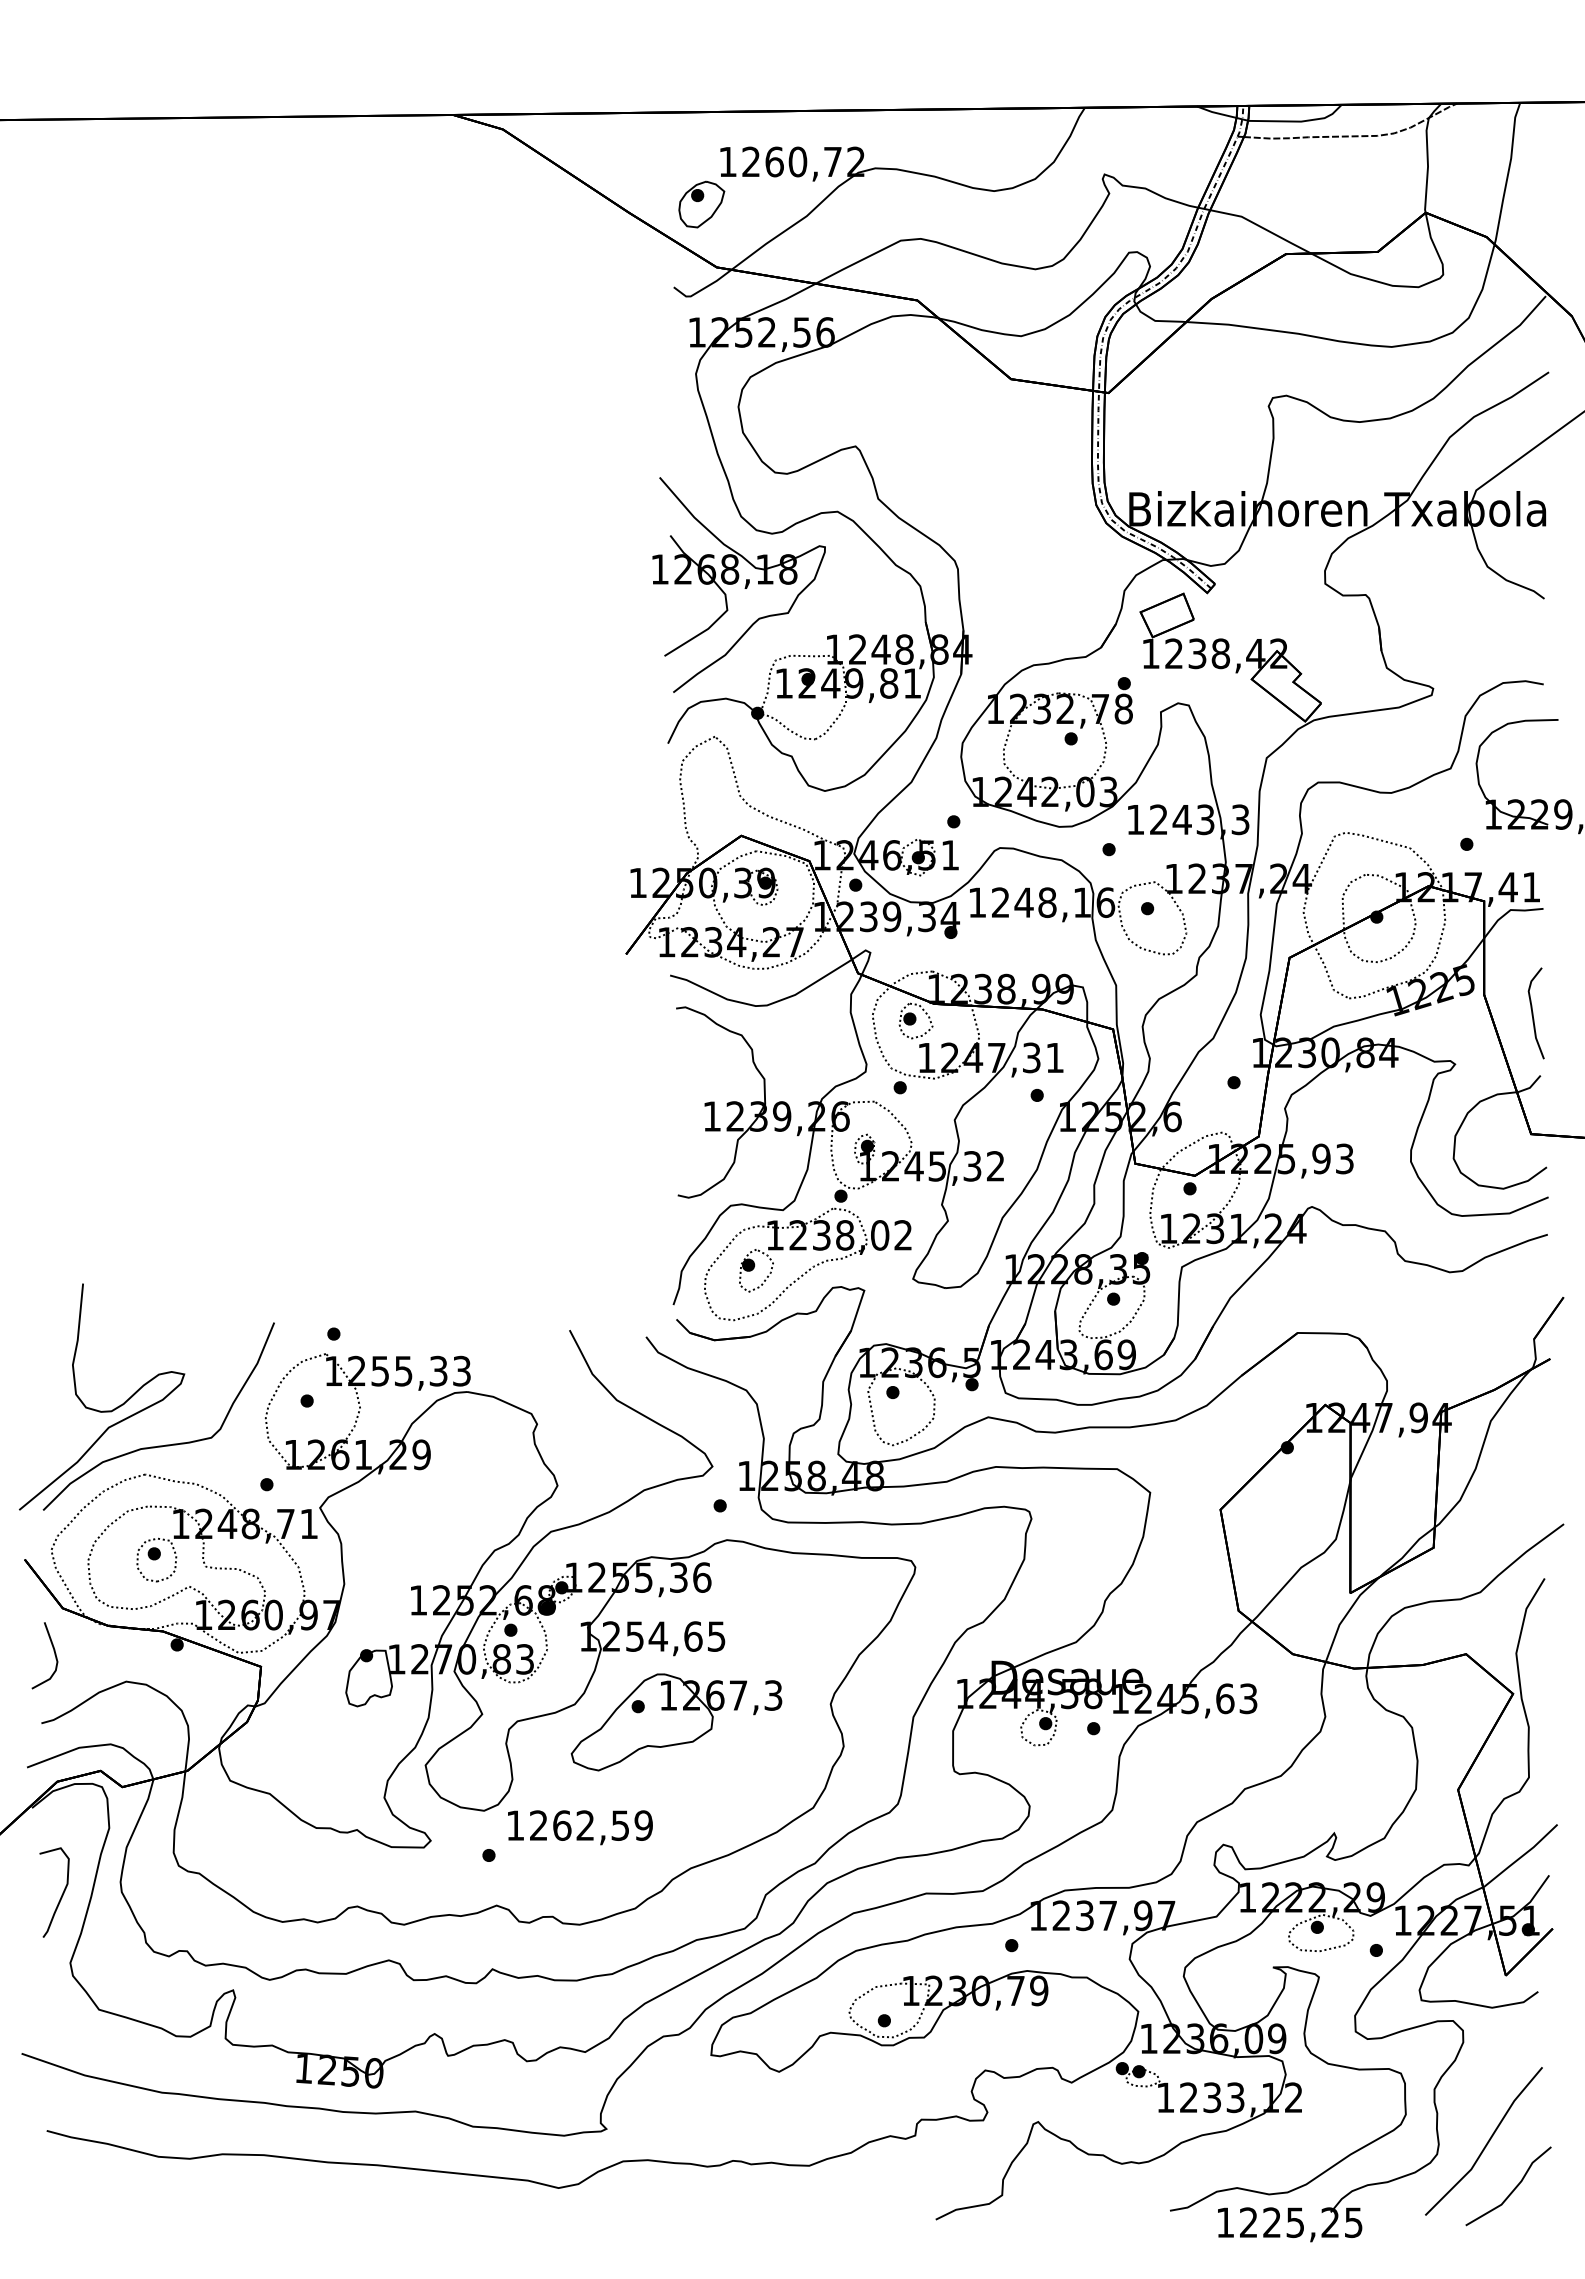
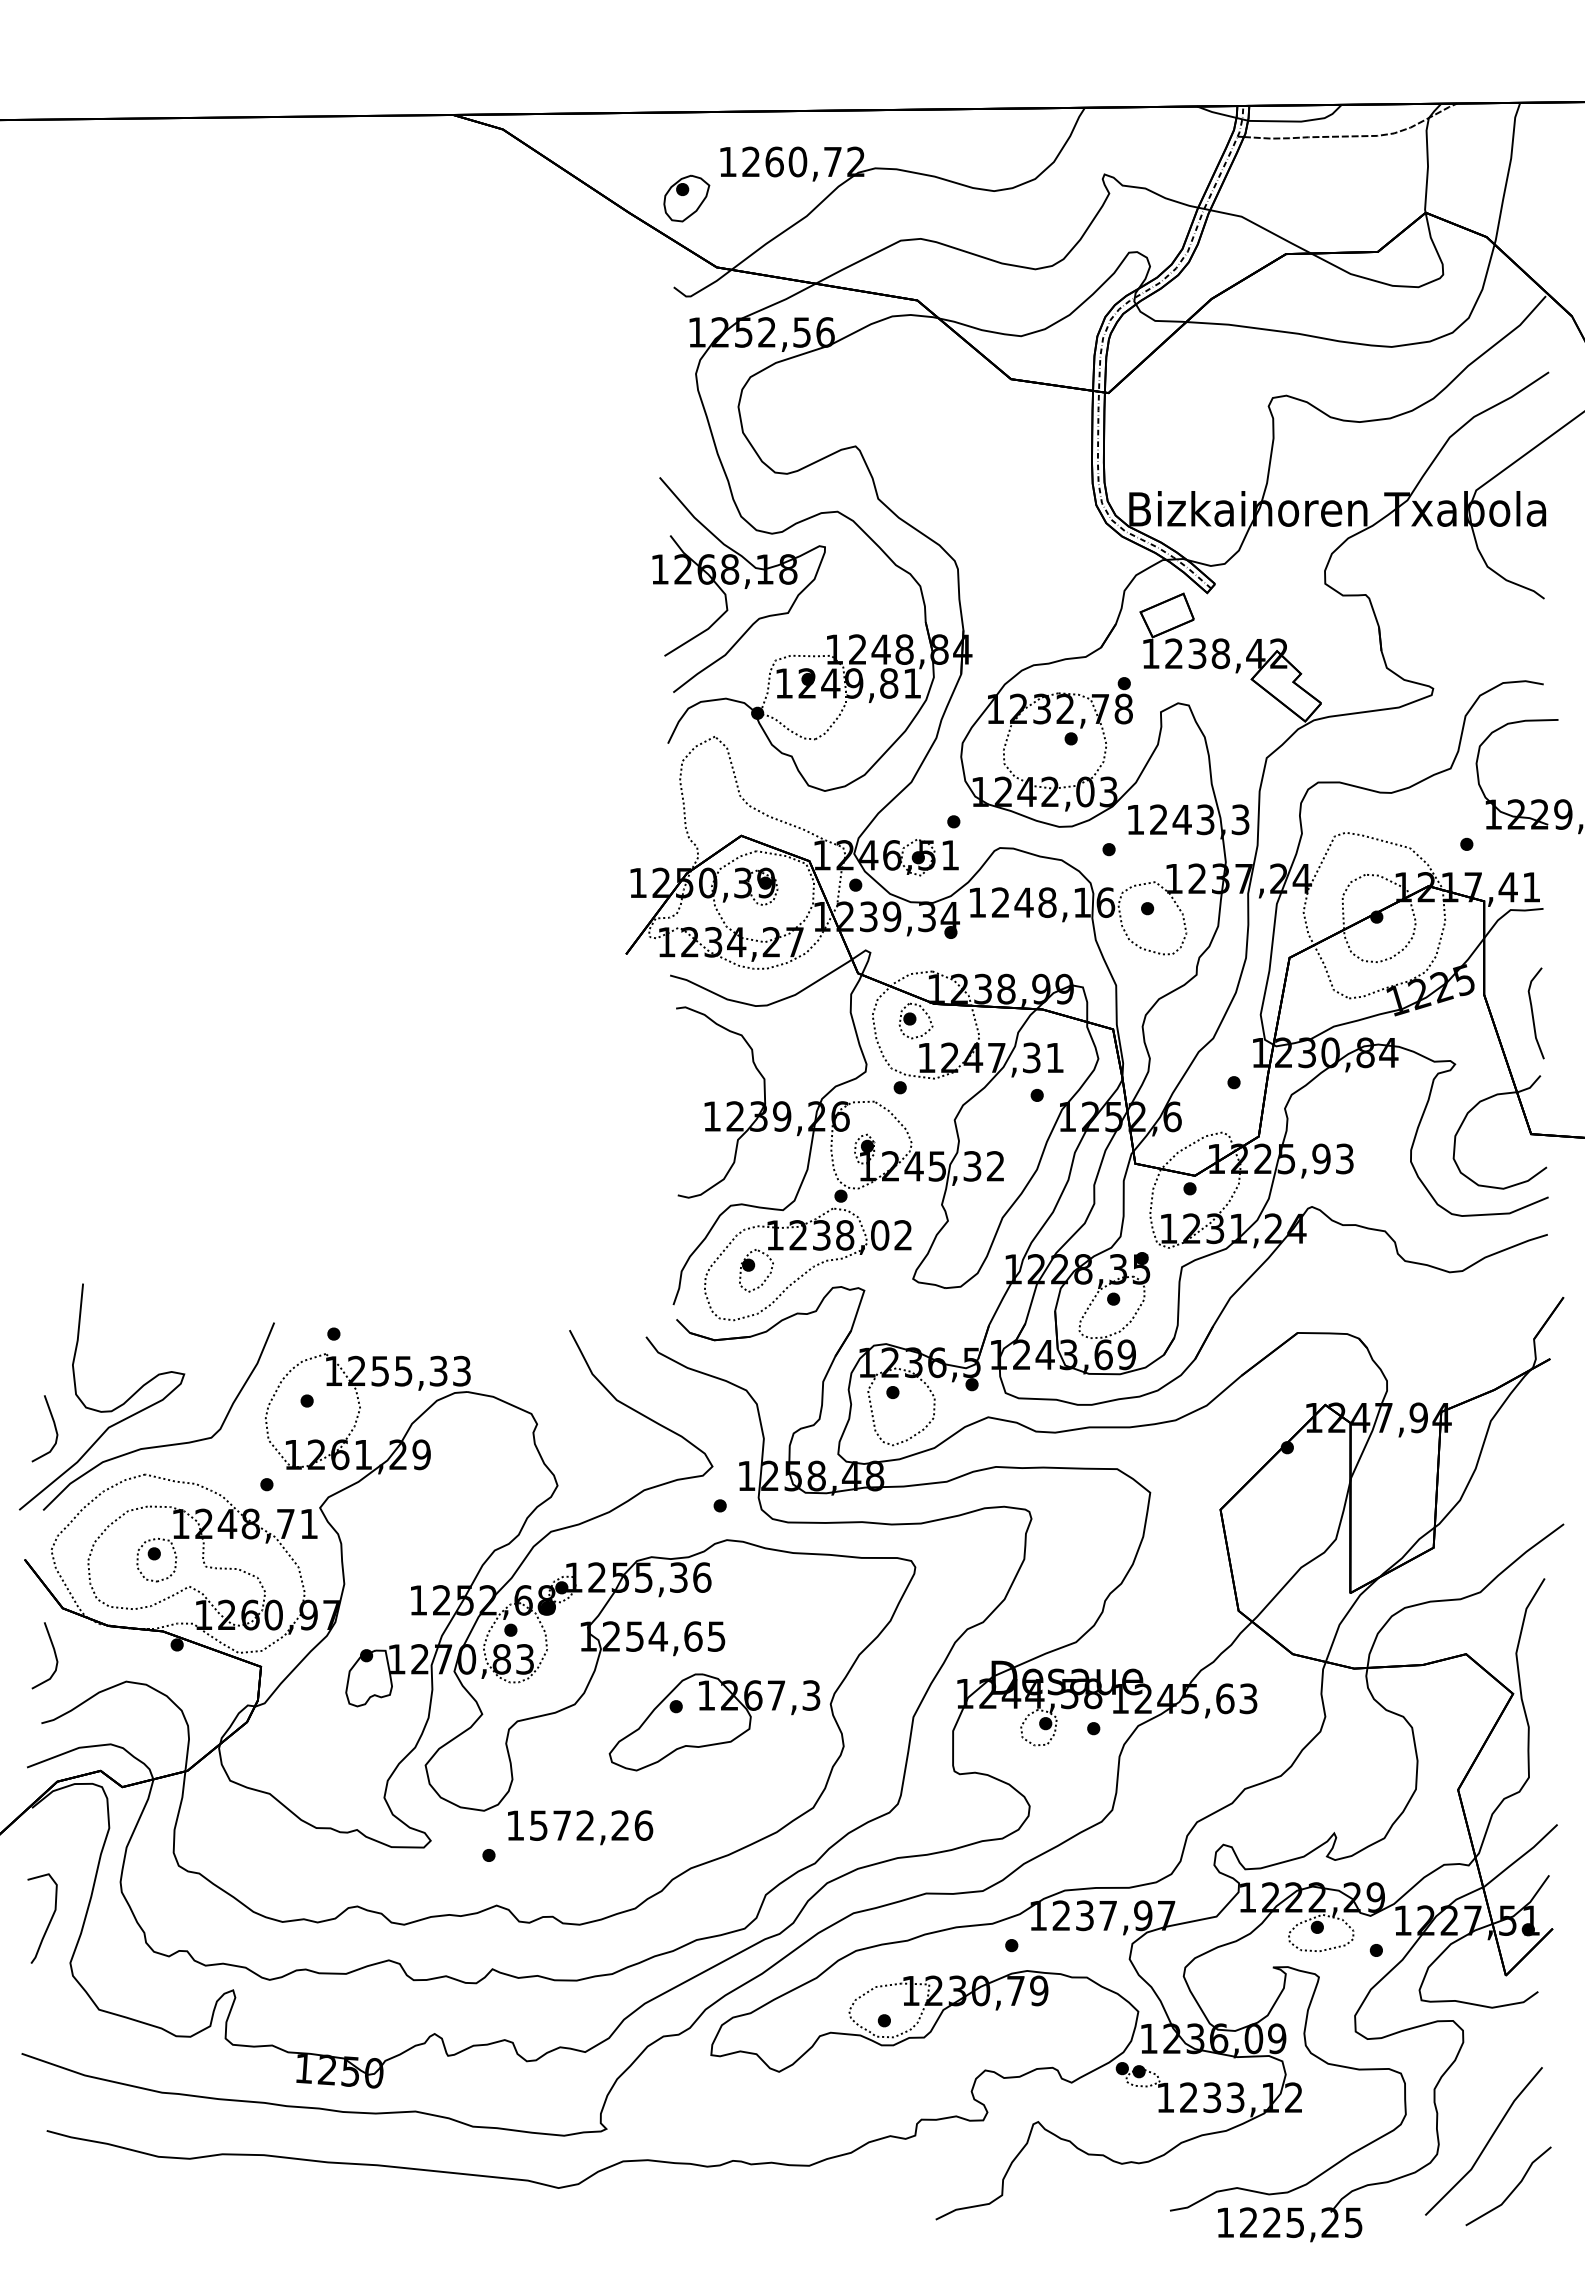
part at (701, 204) position: (701, 204) -> (686, 198)
curve at (53, 1424): none -> present
part at (676, 1722) position: (676, 1722) -> (714, 1722)
text at (591, 1825): 1262,59 -> 1572,26
curve at (61, 1894) position: (61, 1894) -> (49, 1920)
